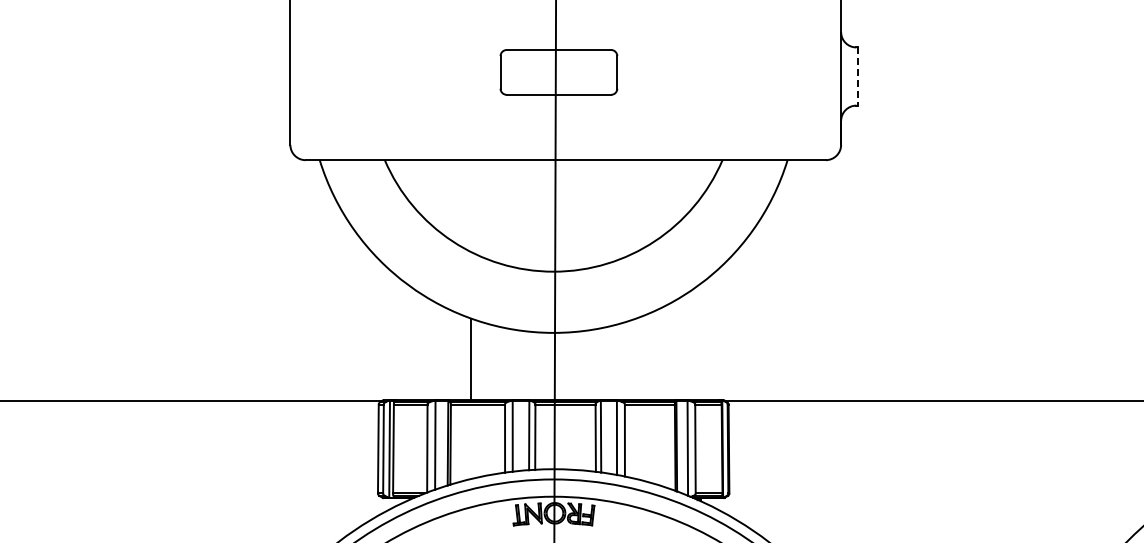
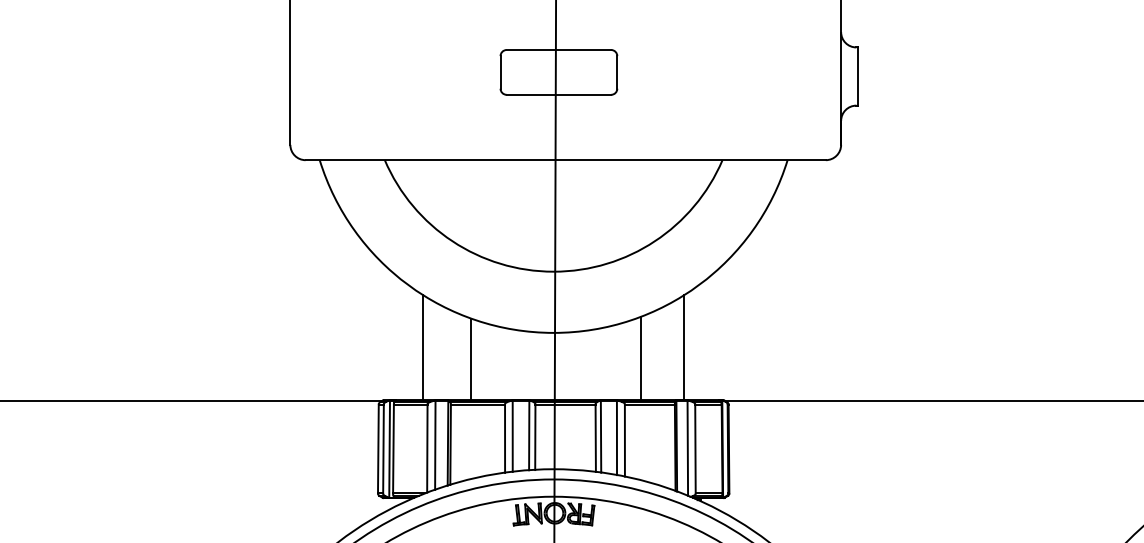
line at (858, 77): dashed -> solid
line at (423, 347): none -> present
line at (684, 347): none -> present
line at (640, 358): none -> present
